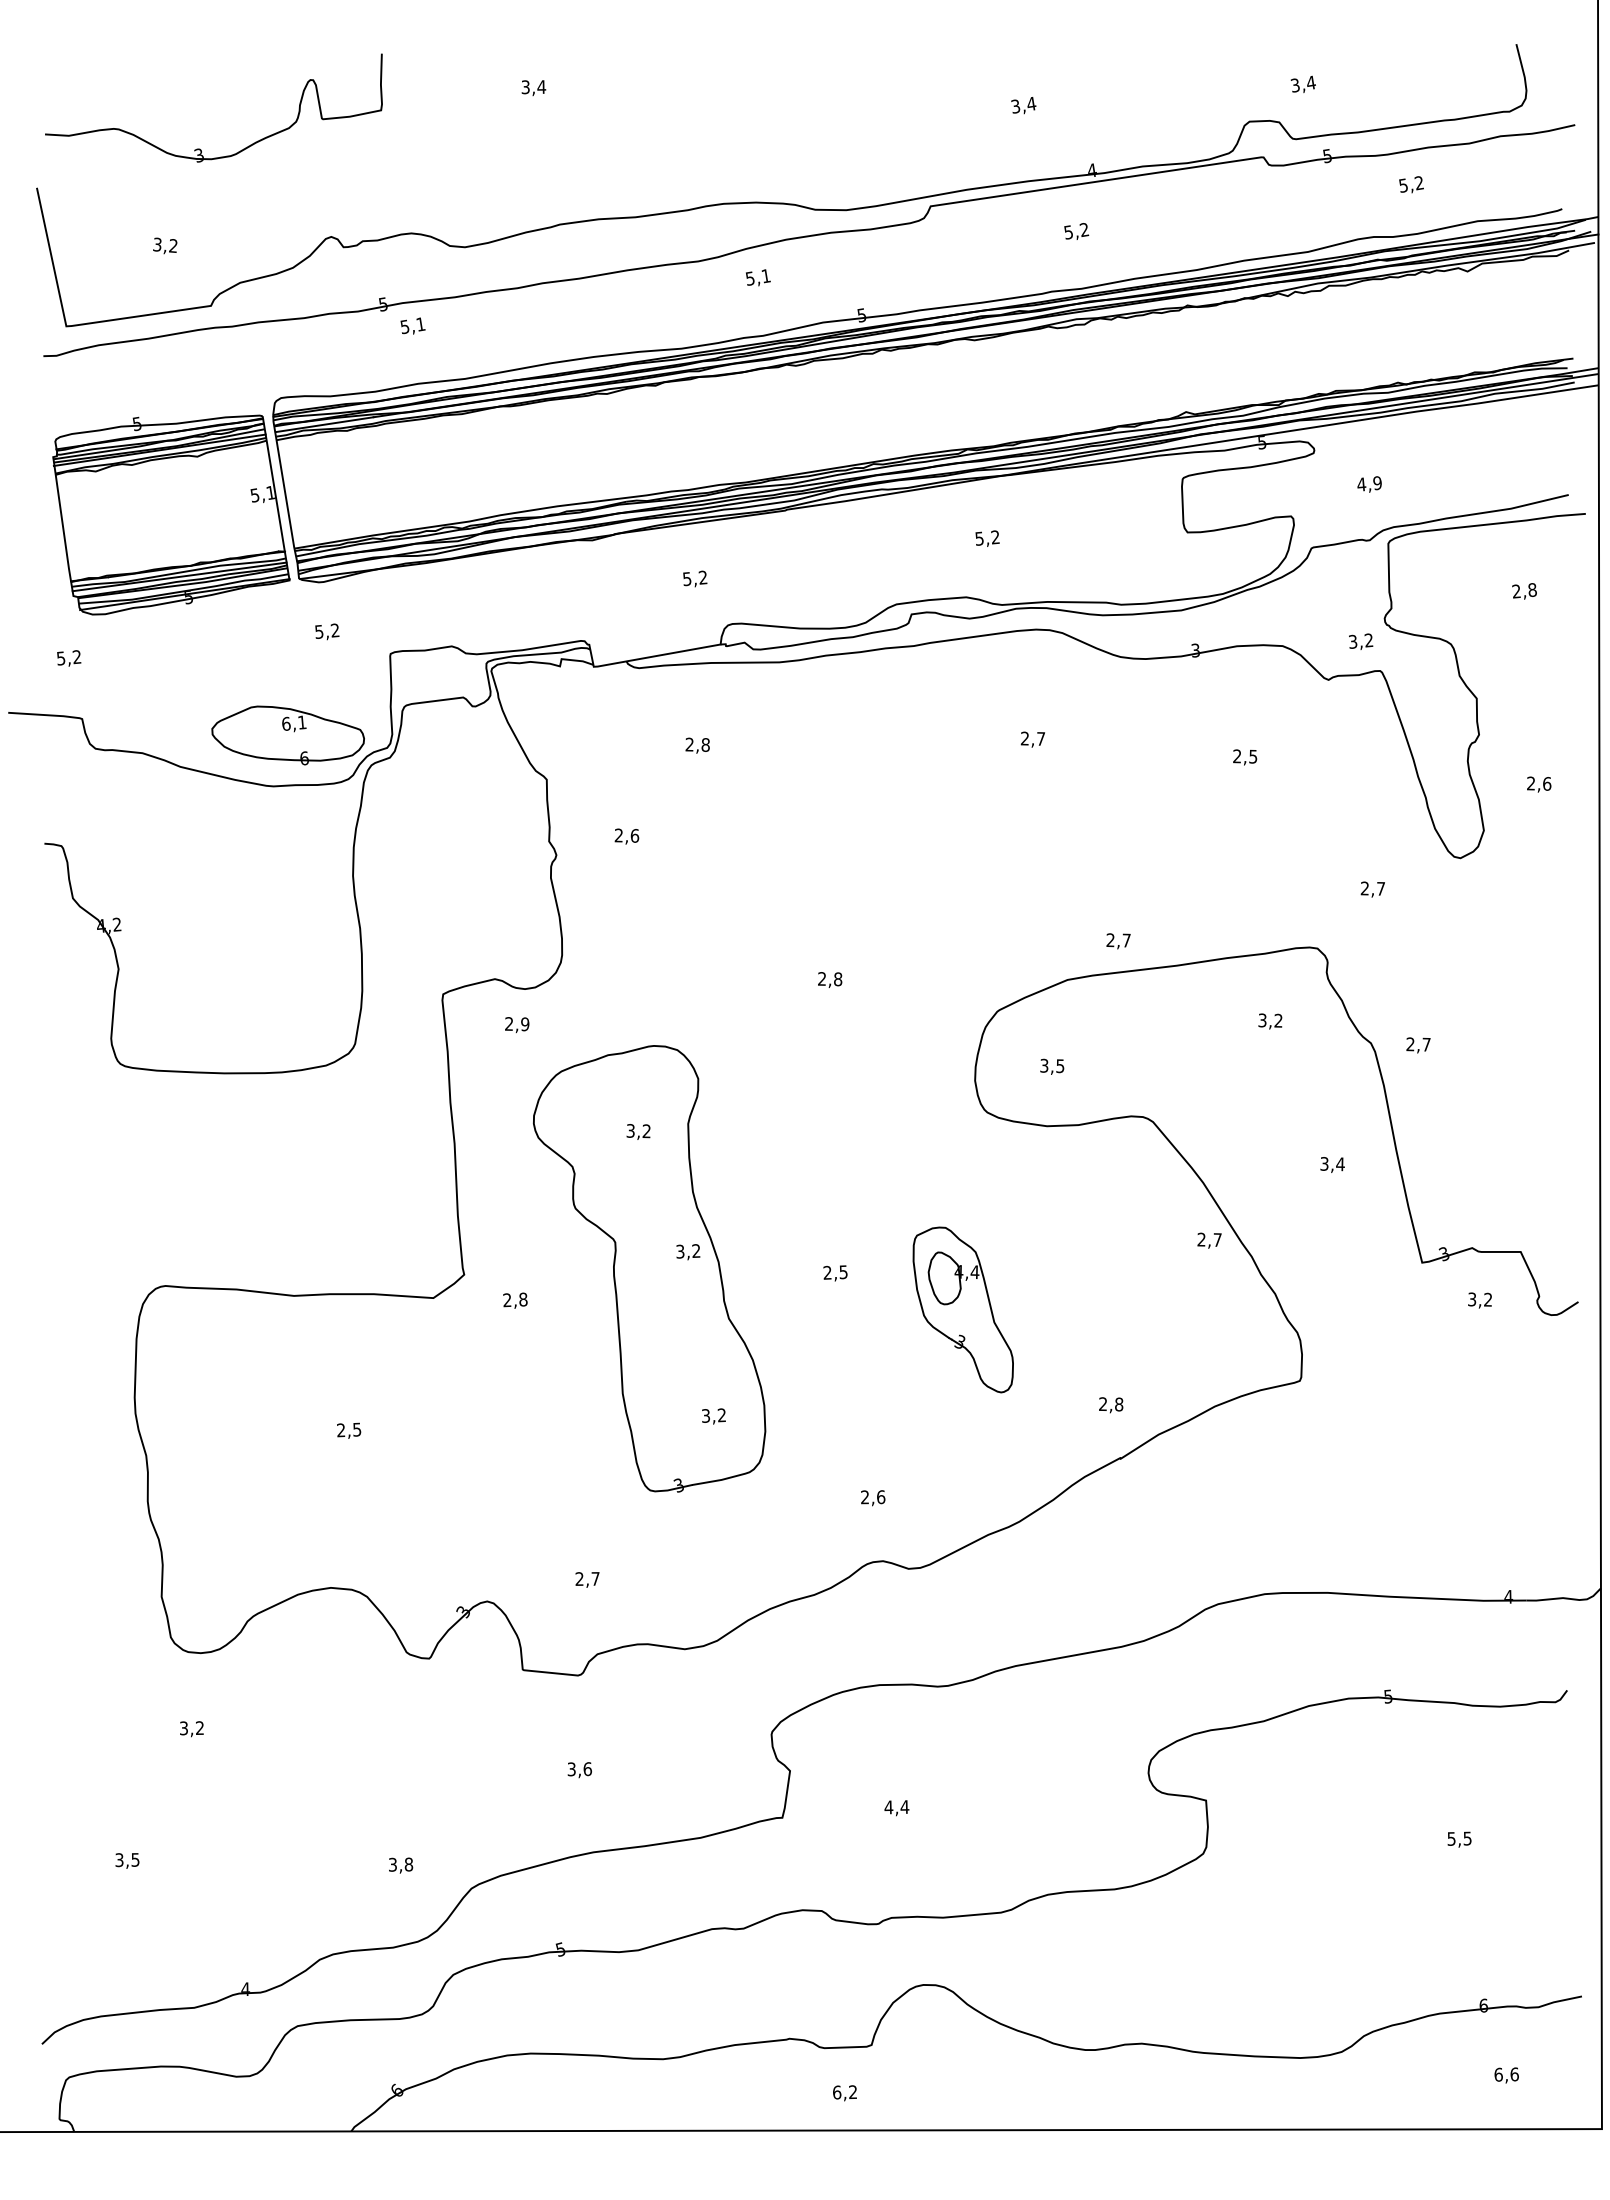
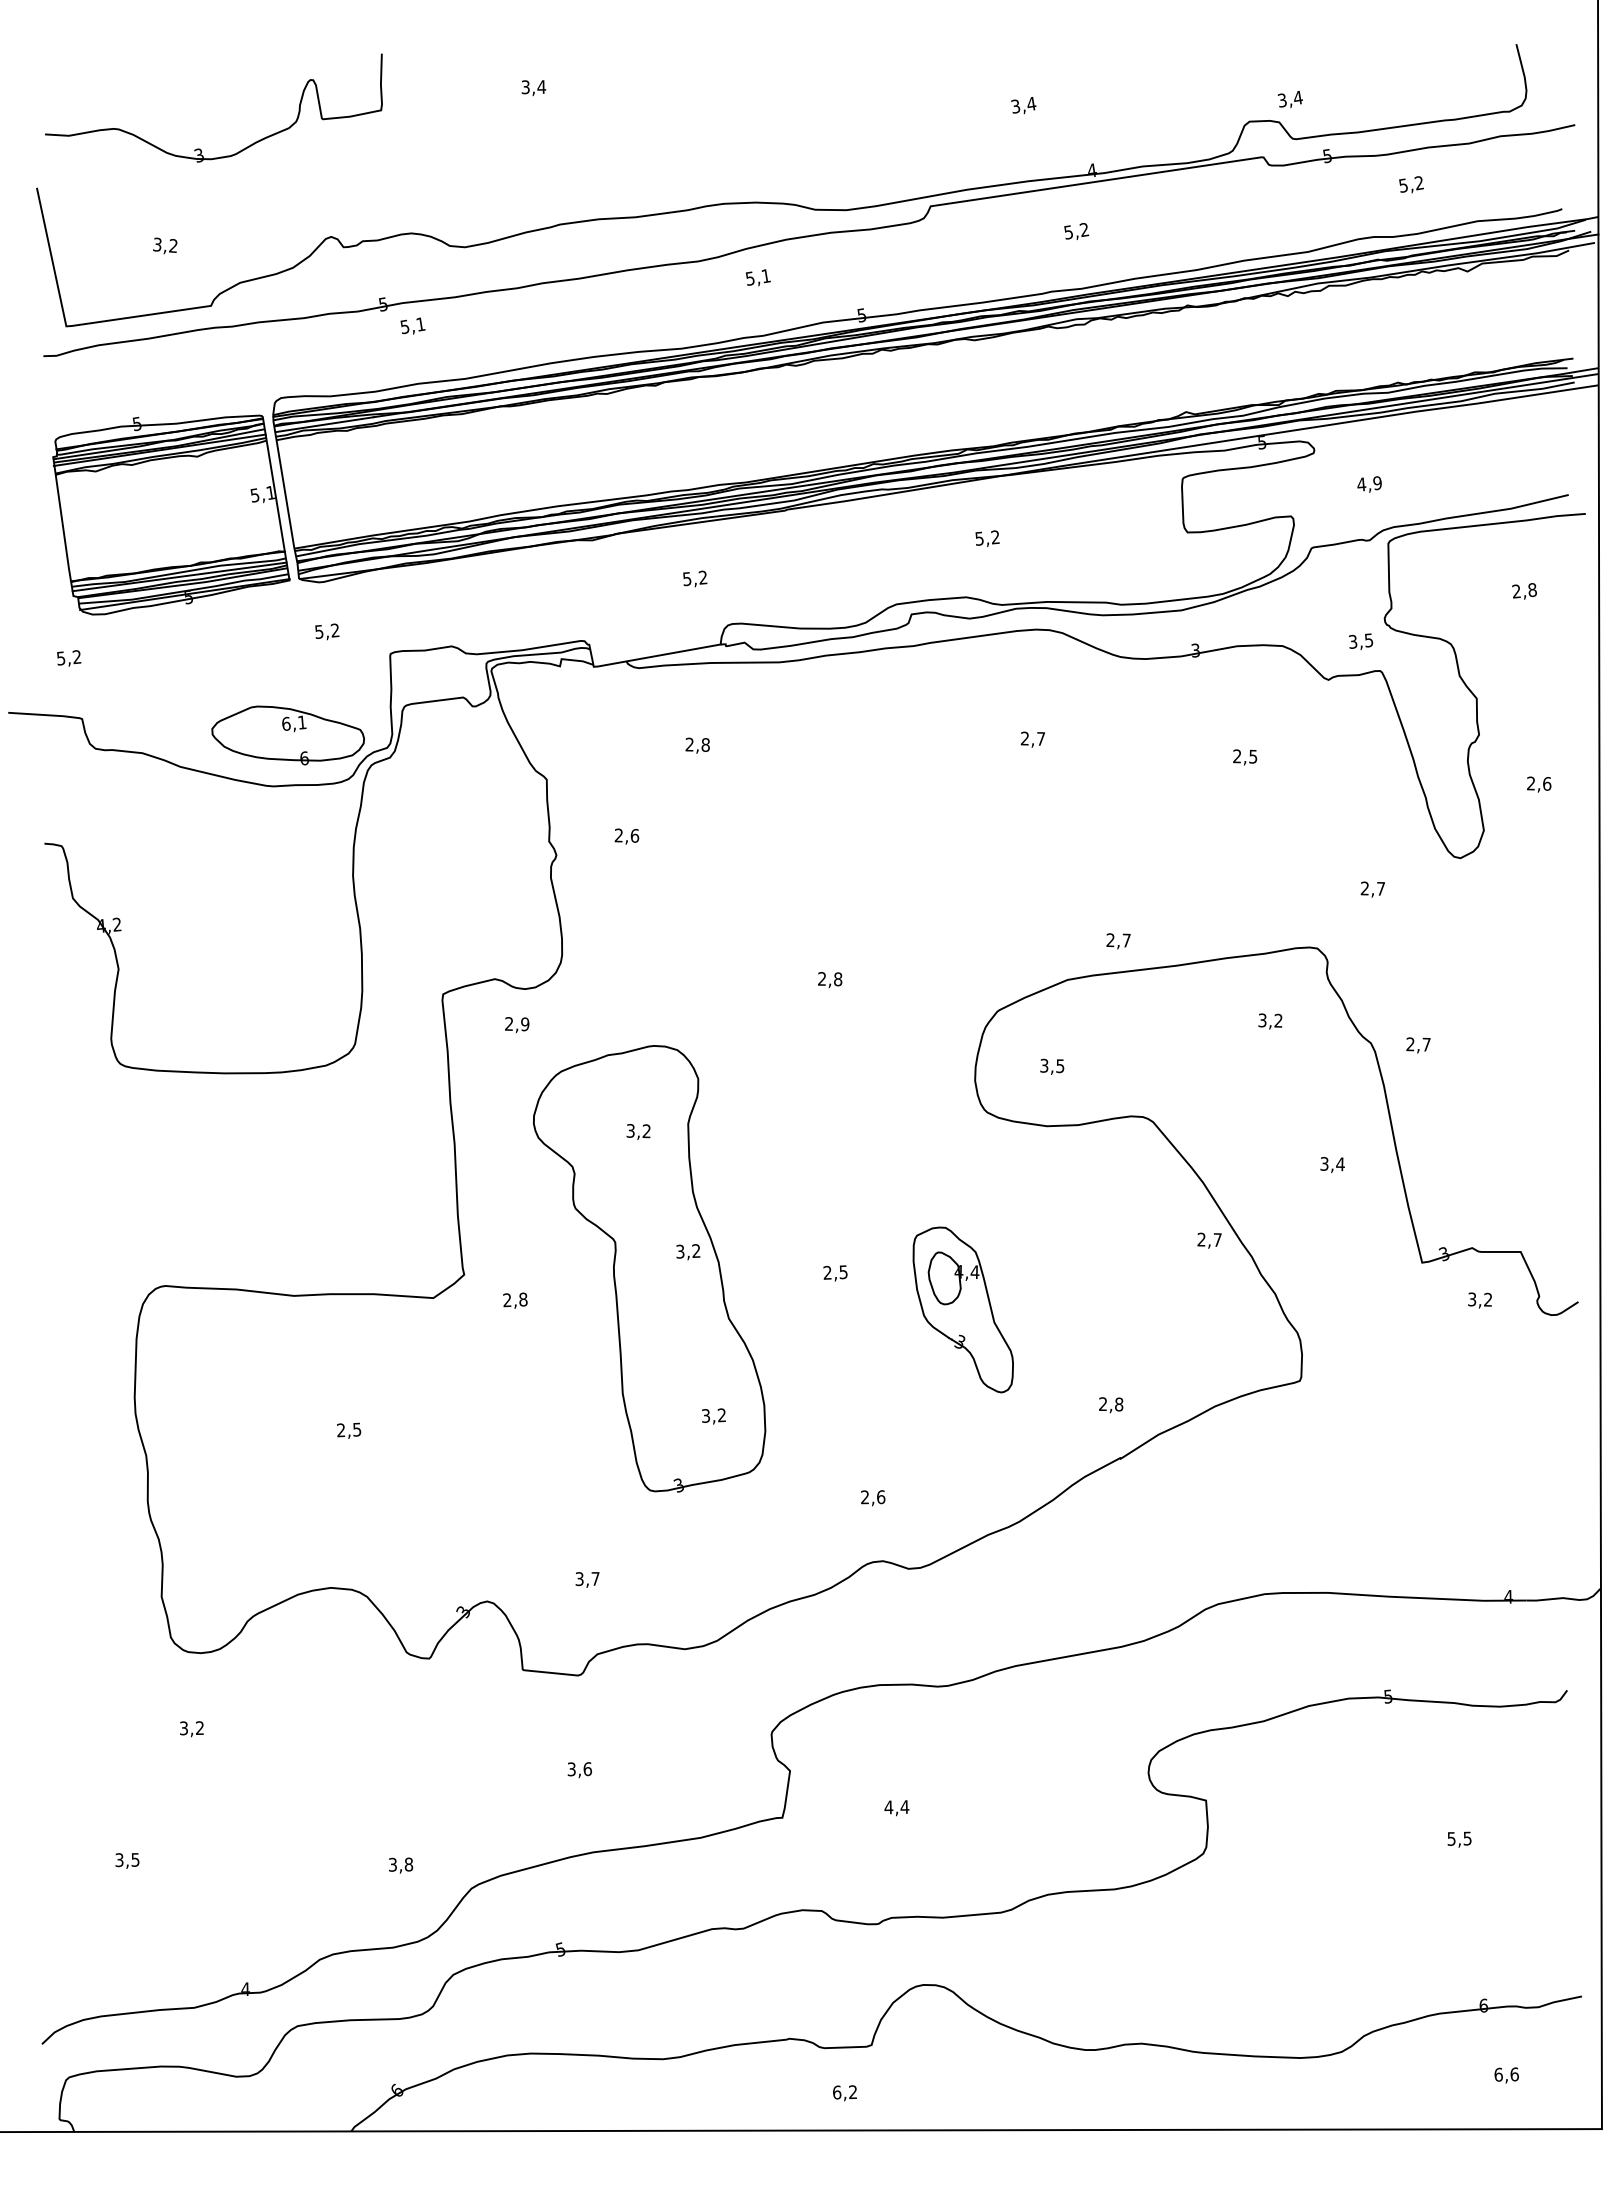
text at (1302, 83) position: (1302, 83) -> (1289, 98)
text at (1368, 640): 3,2 -> 3,5
text at (579, 1579): 2,7 -> 3,7
